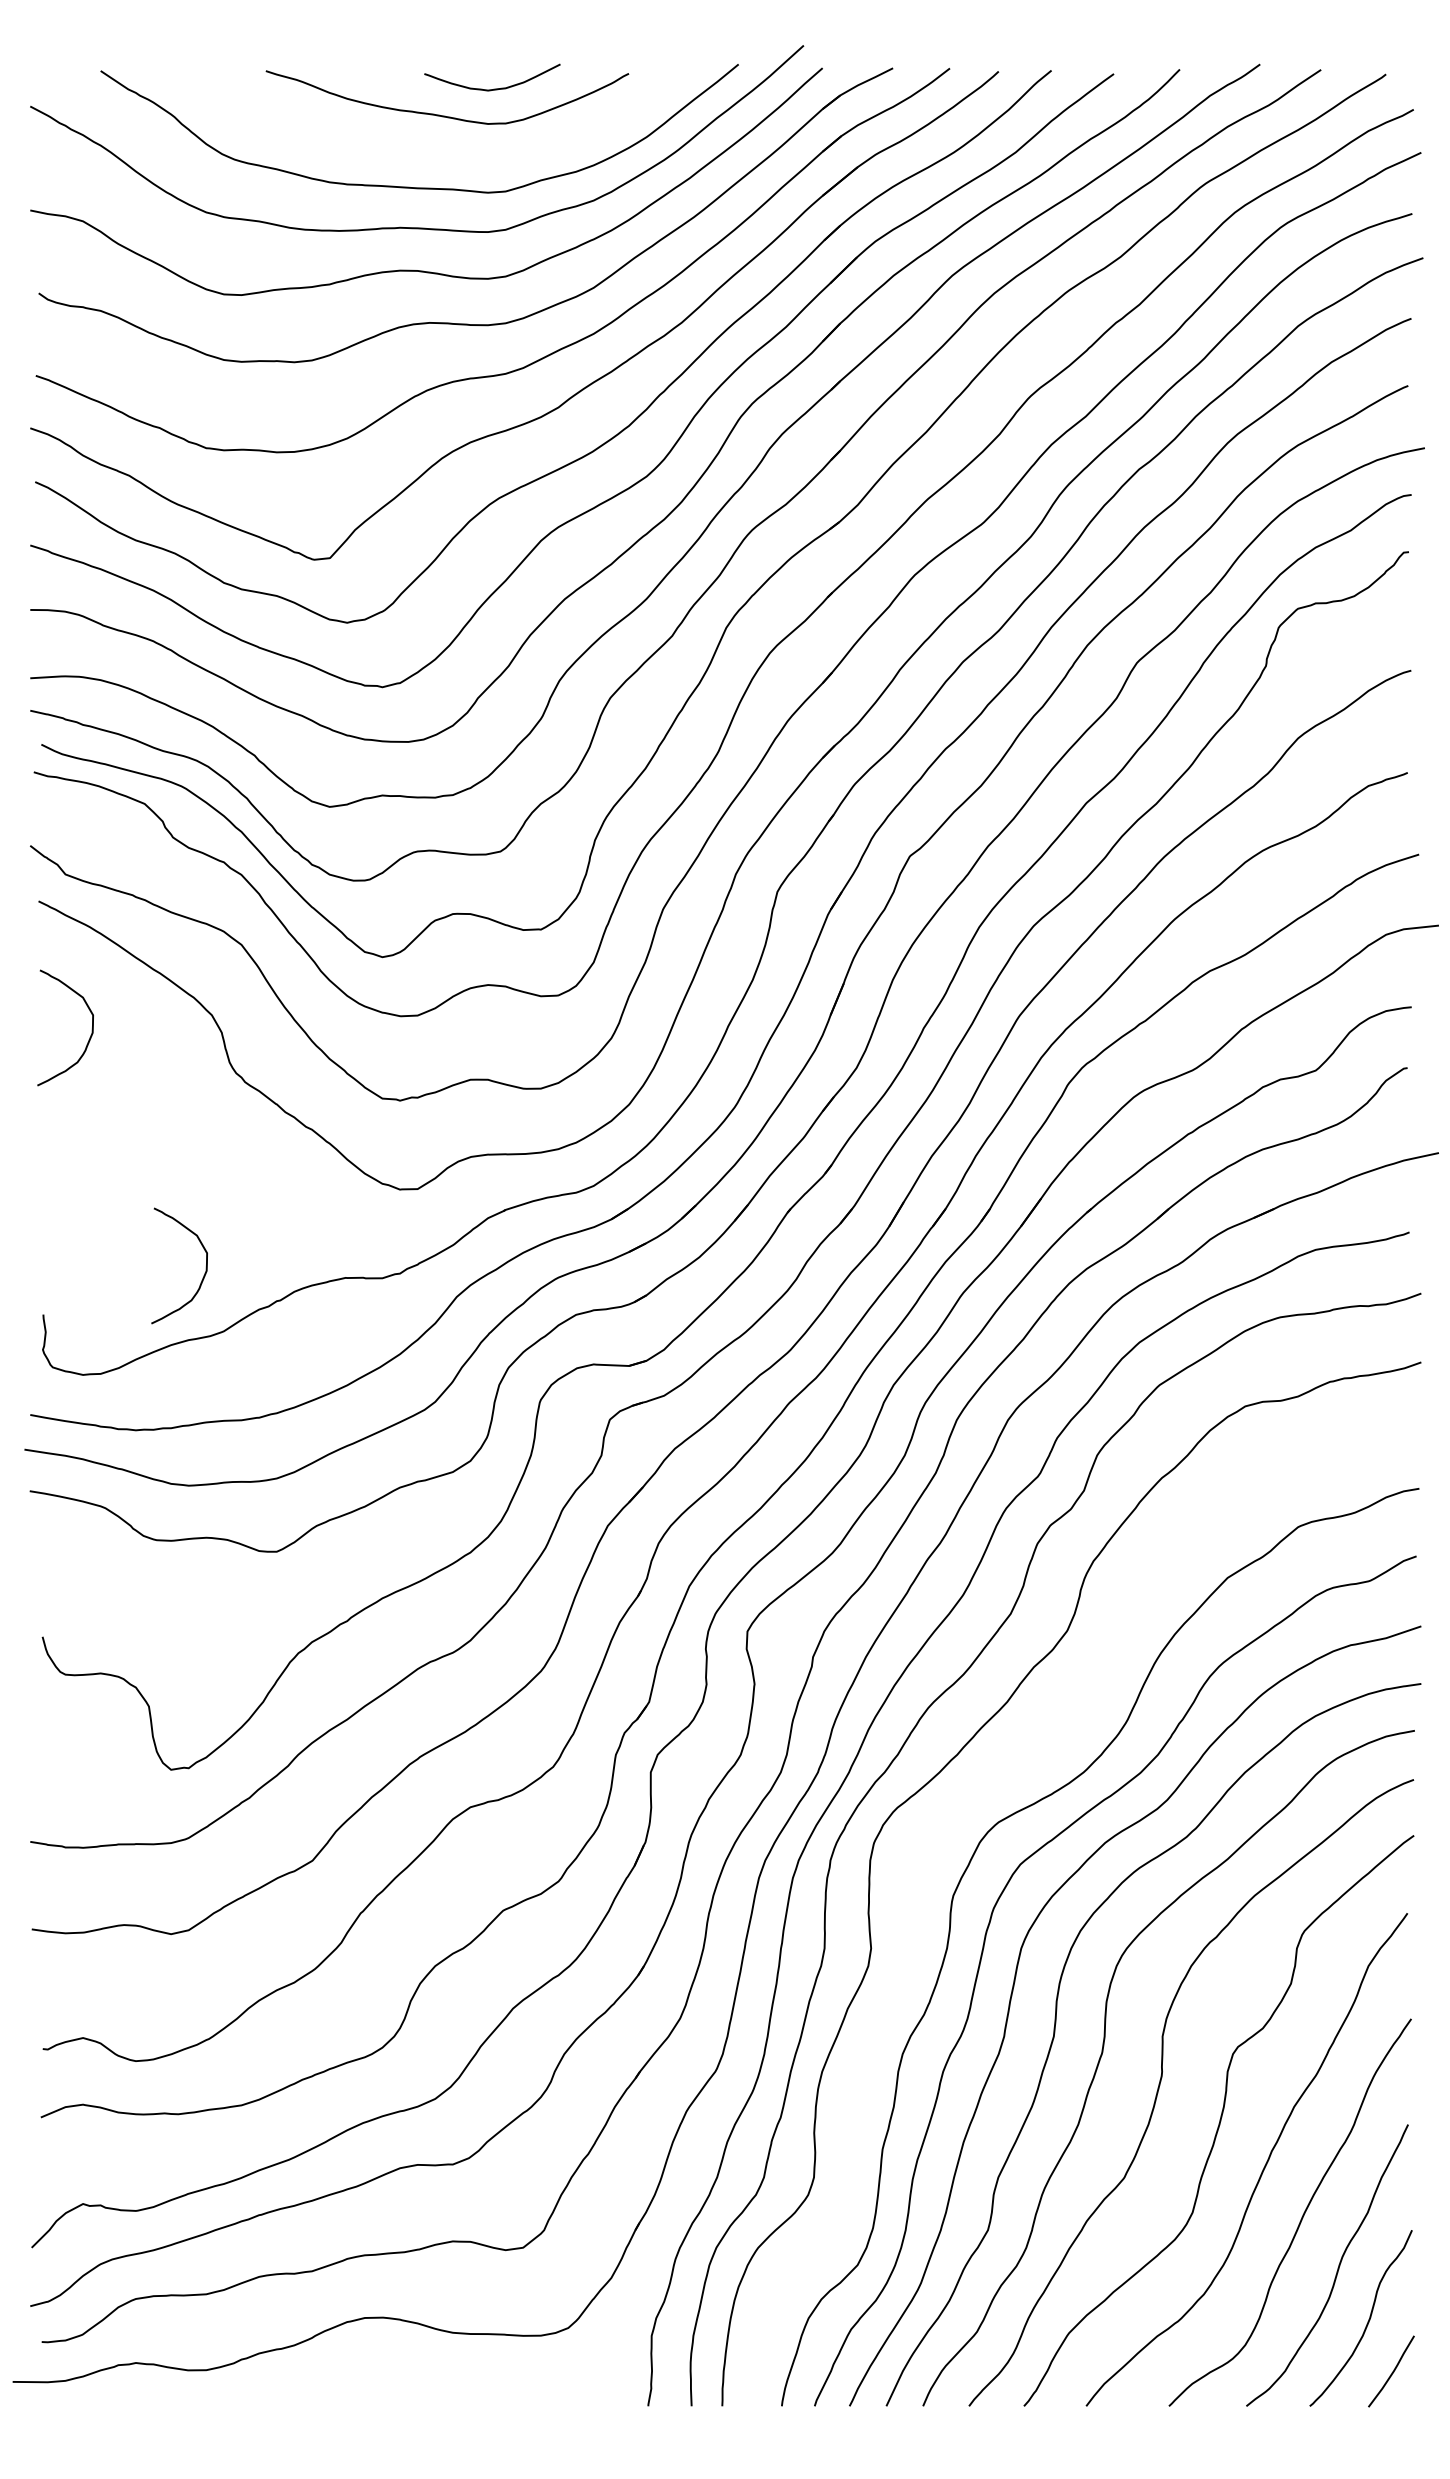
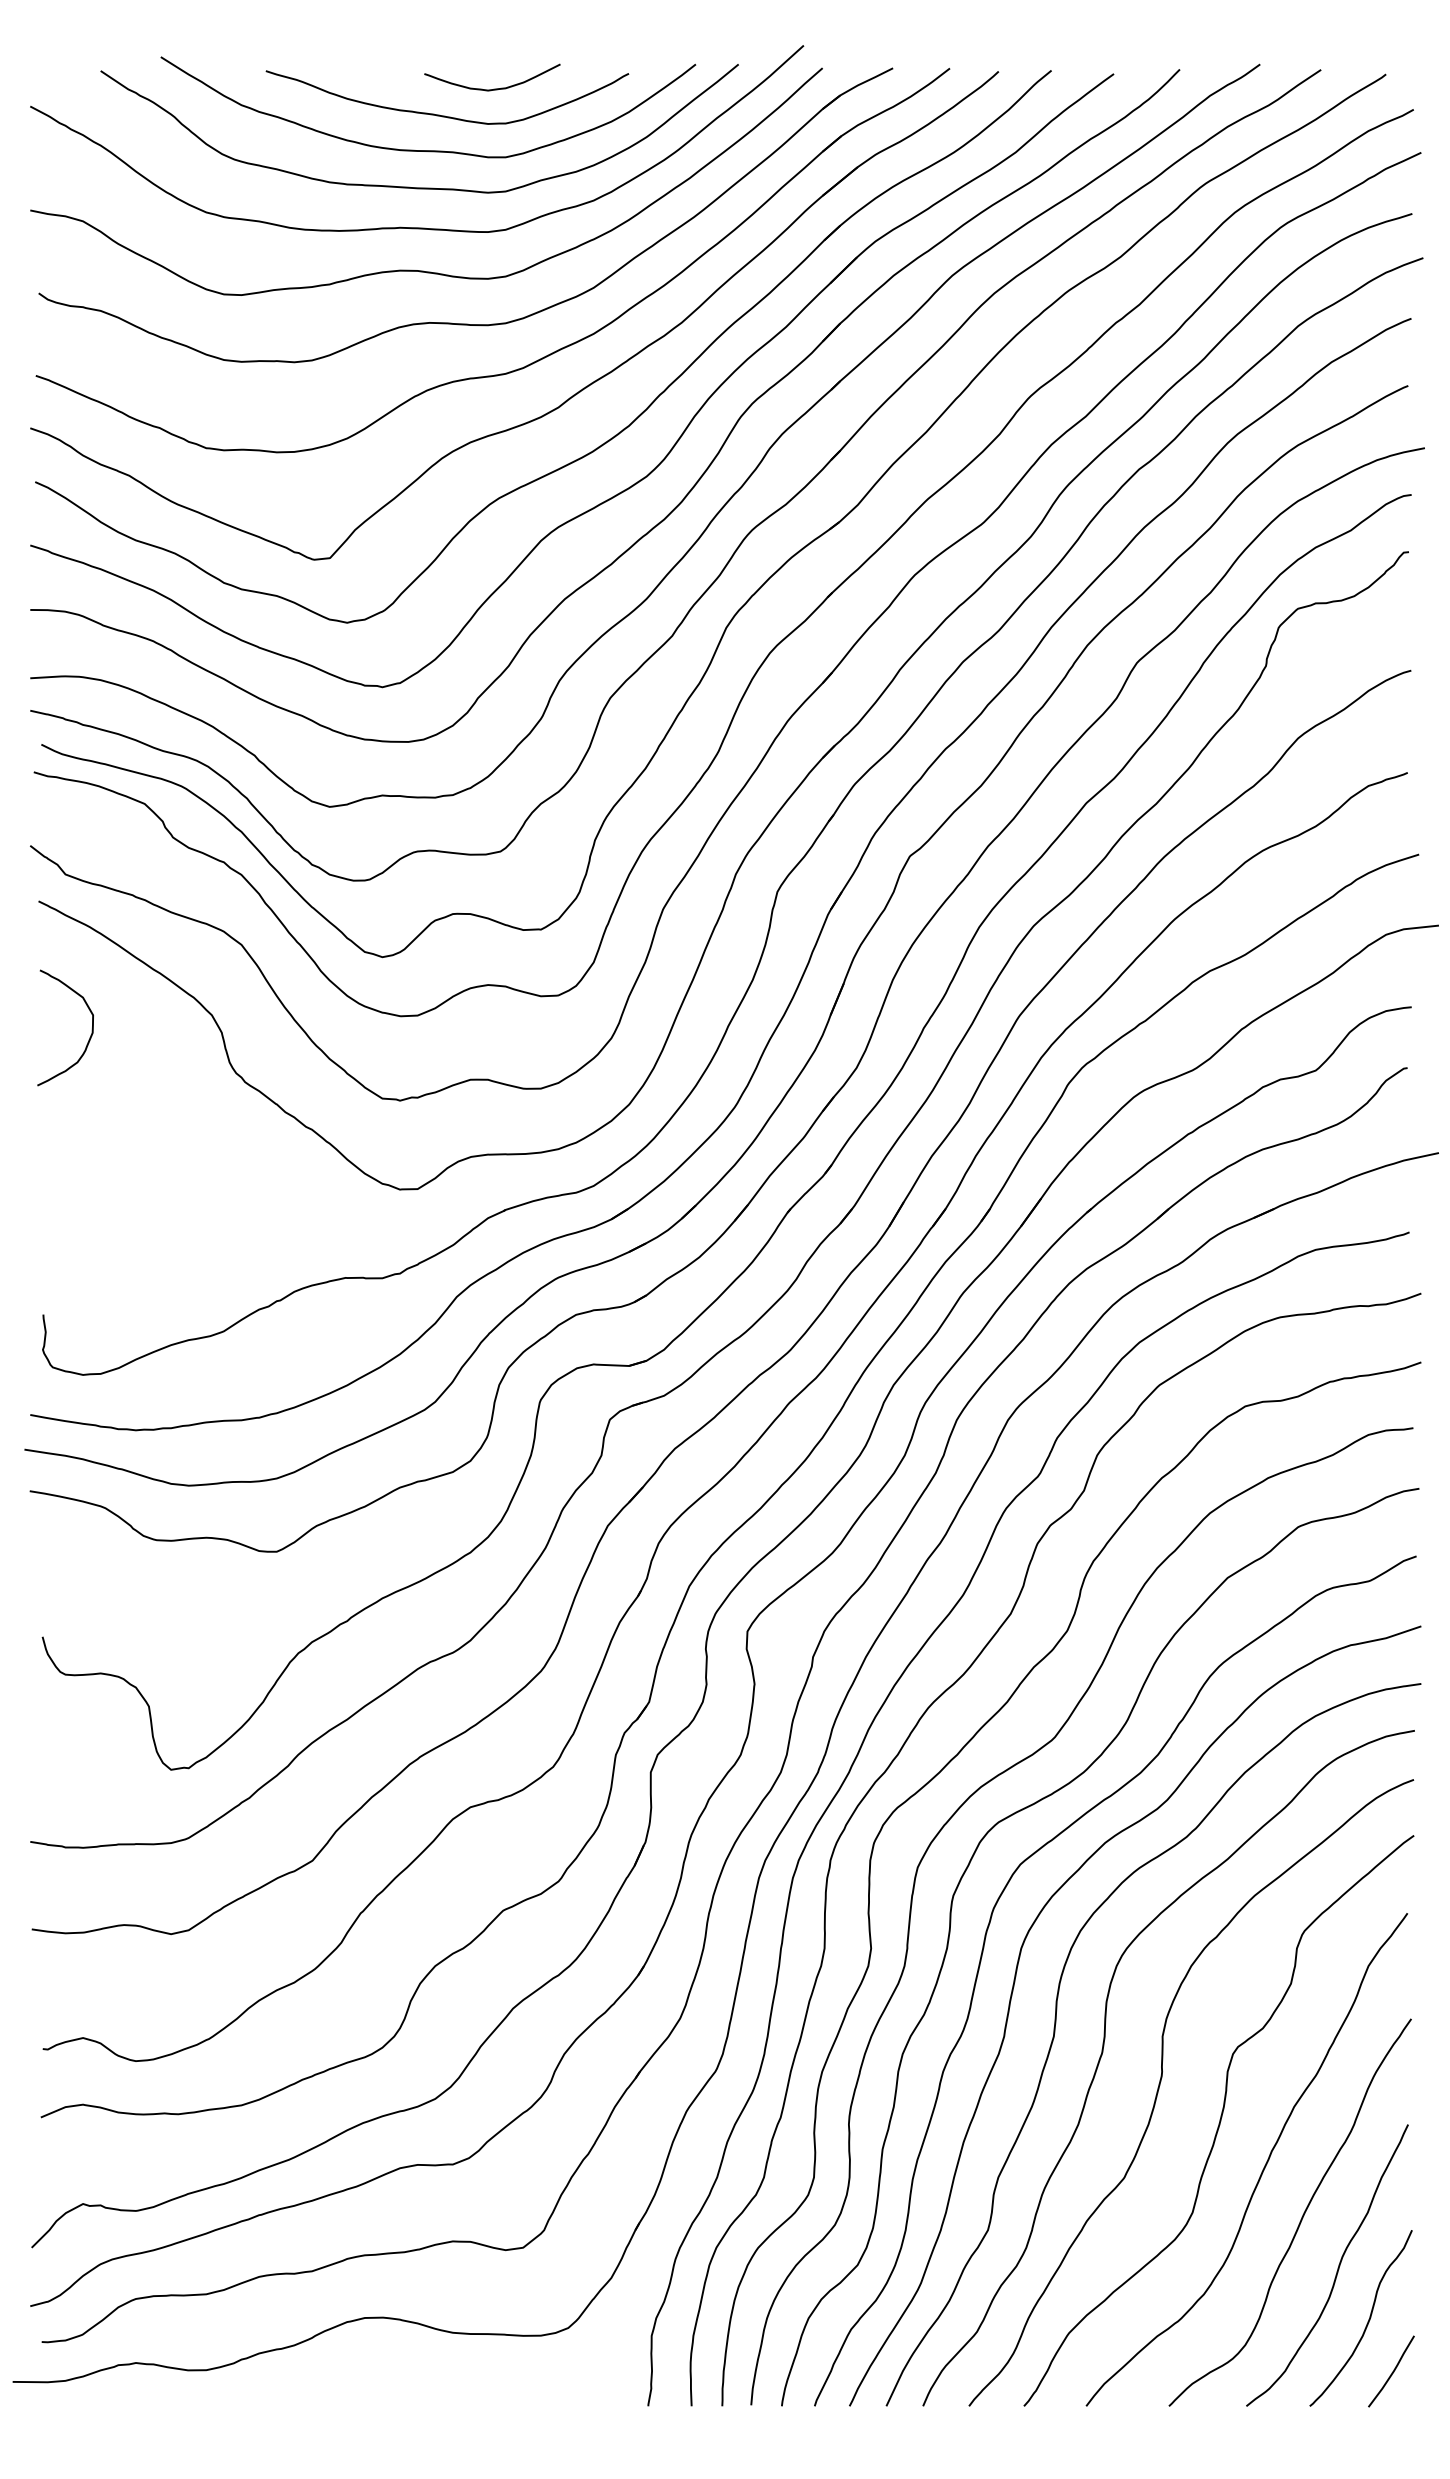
curve at (428, 150): none -> present
curve at (202, 1277): present -> none
curve at (962, 1806): none -> present
